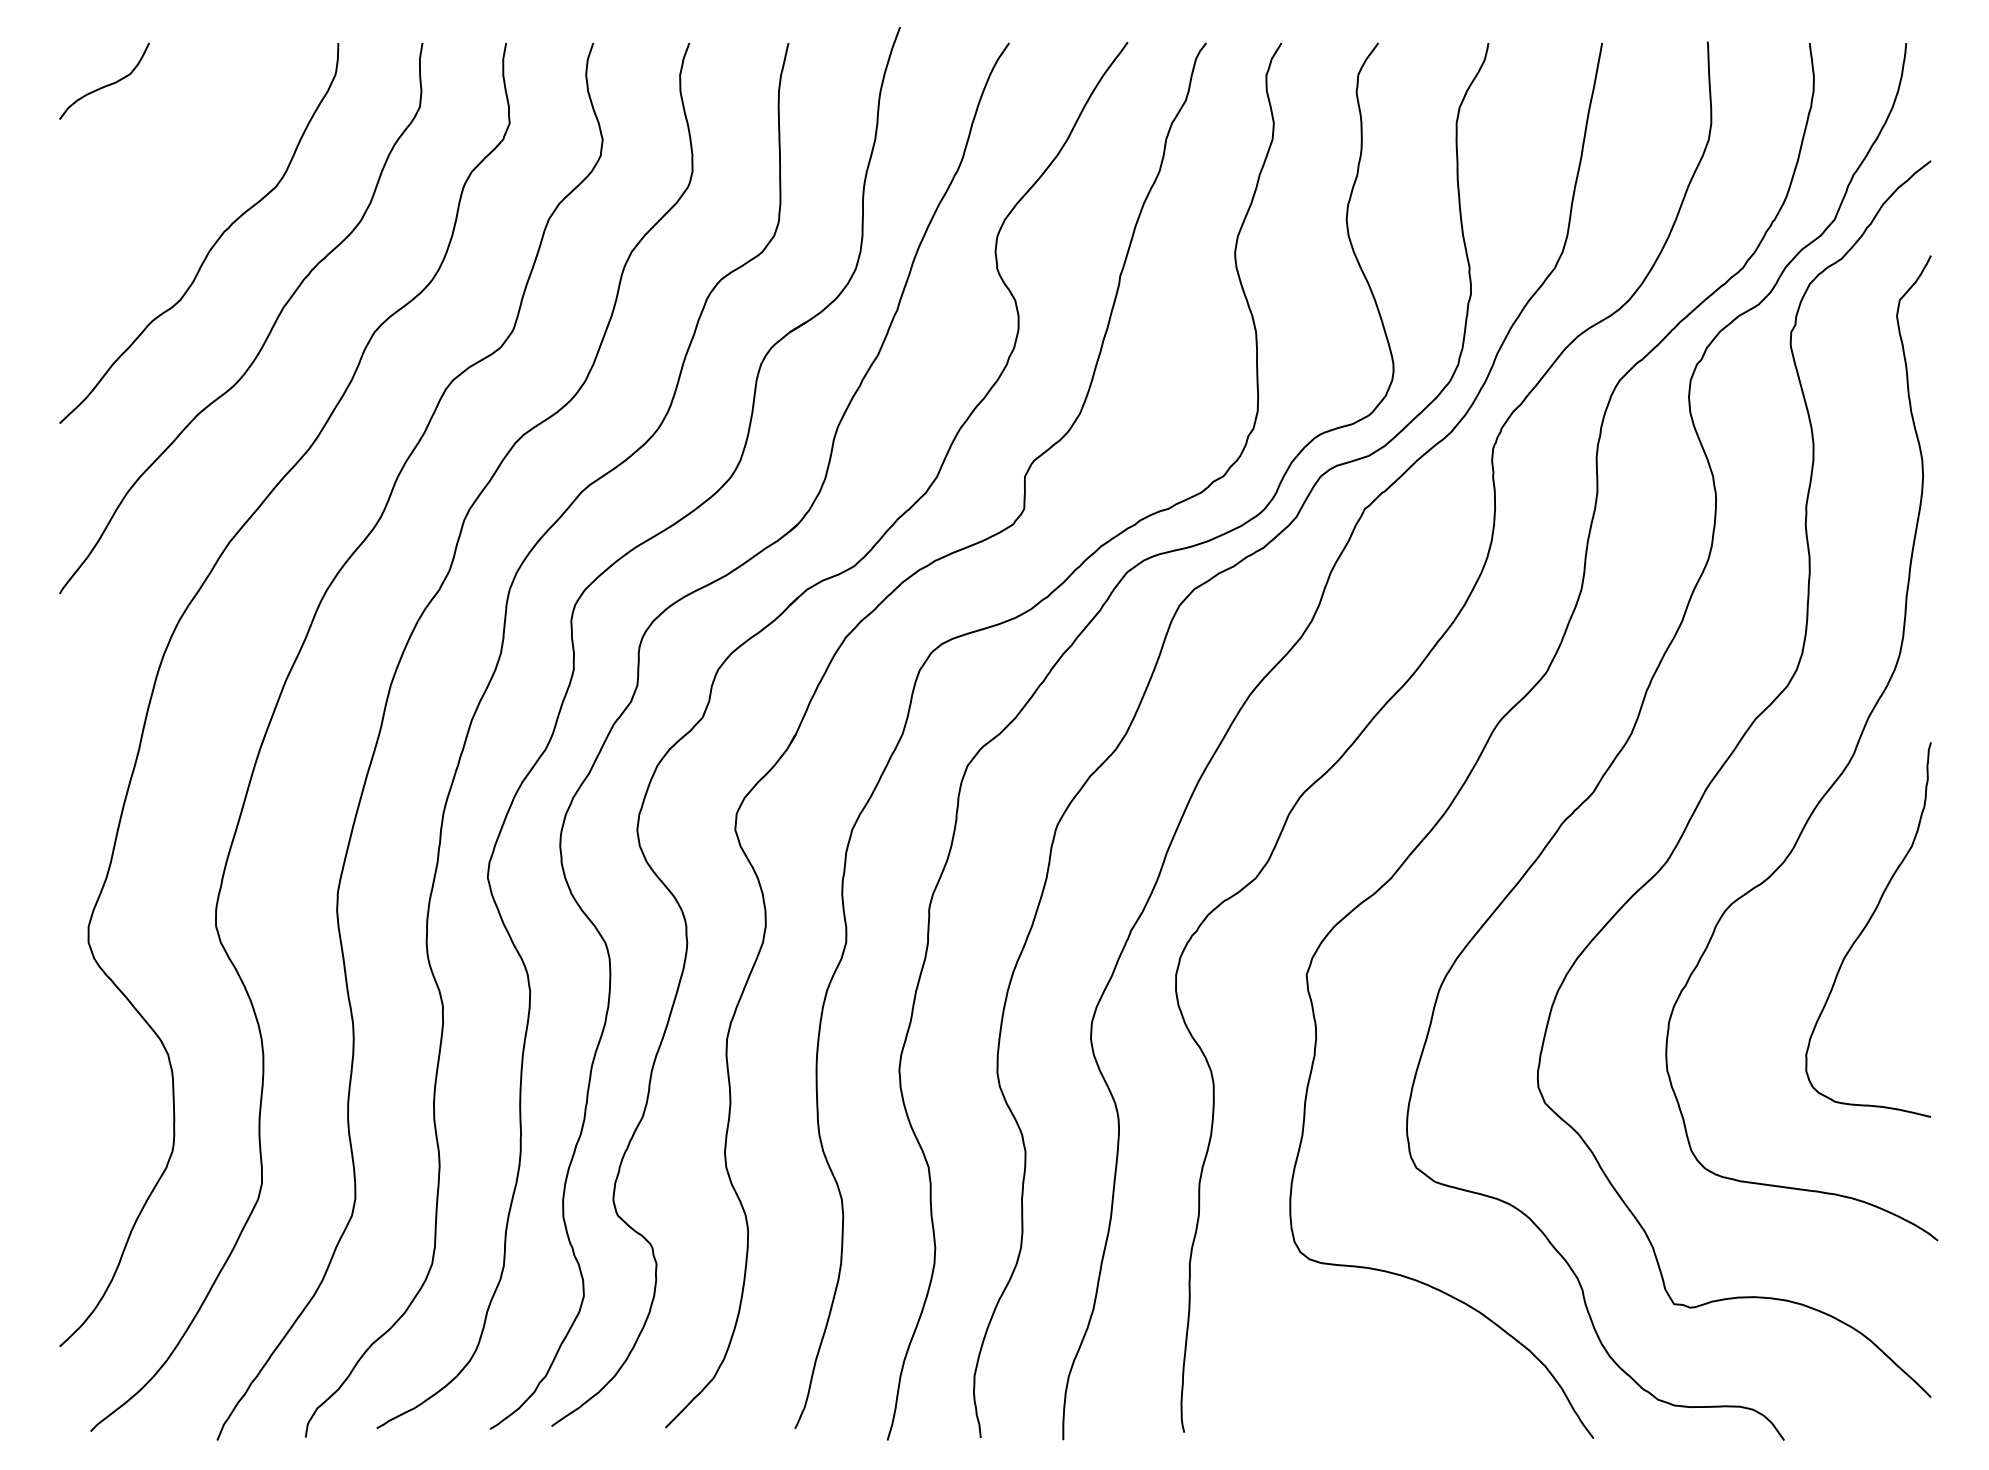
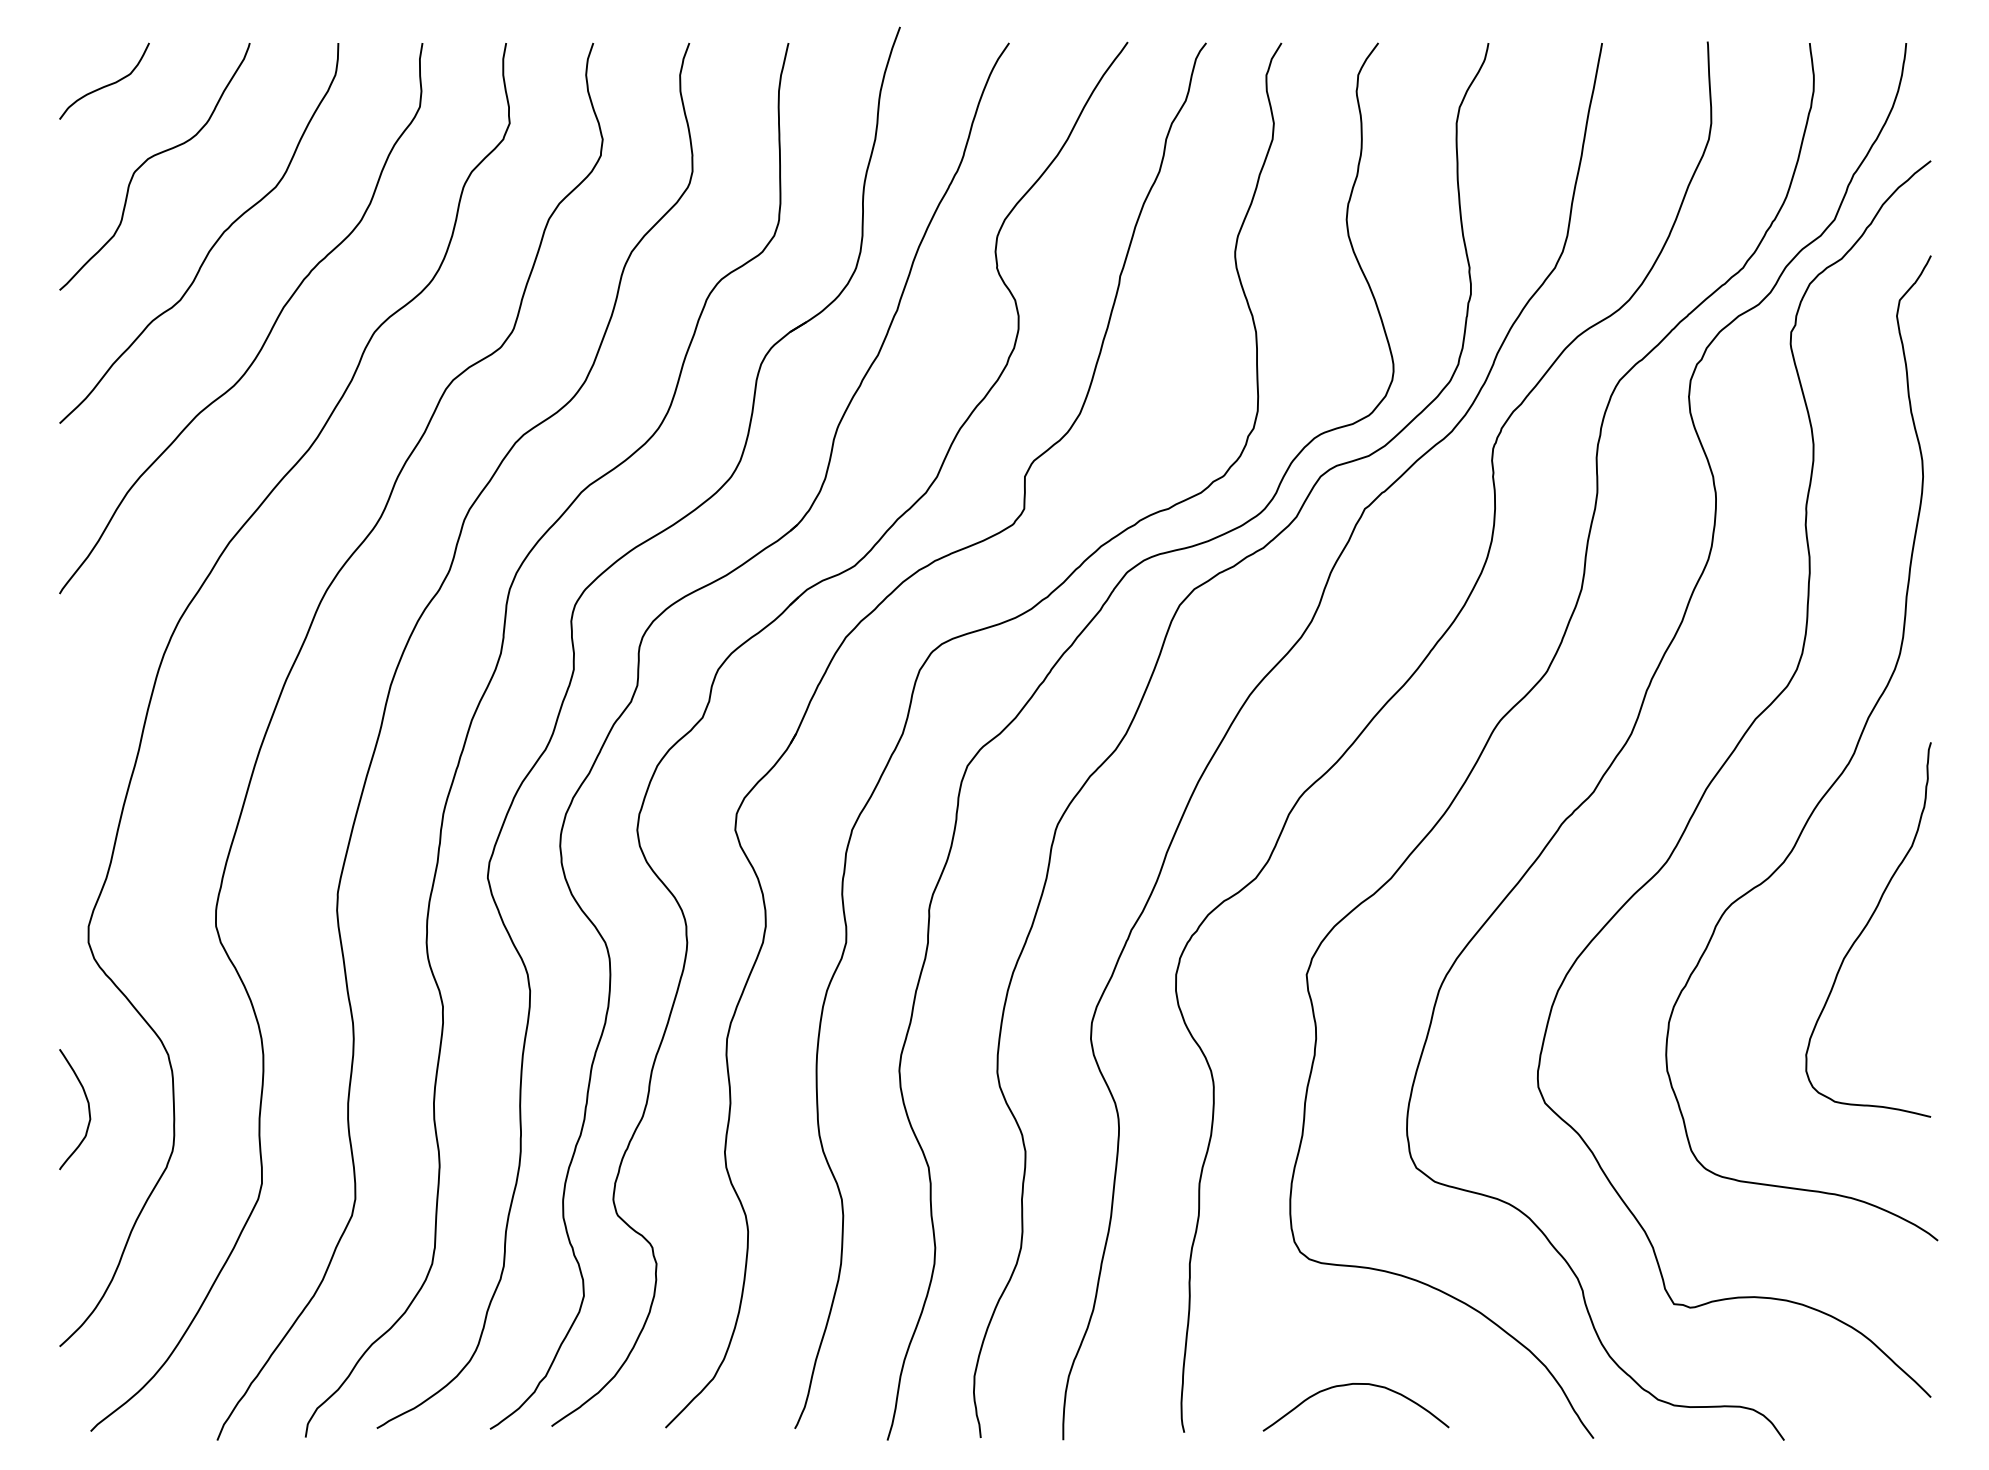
curve at (151, 158): none -> present
curve at (87, 1104): none -> present
curve at (1350, 1385): none -> present
